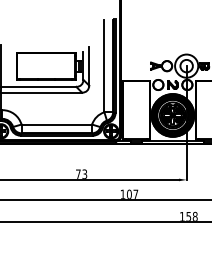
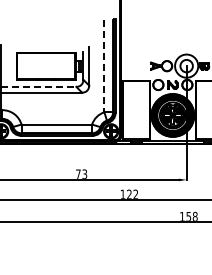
line at (104, 66): solid -> dashed
line at (38, 86): solid -> dashed
text at (132, 193): 107 -> 122
